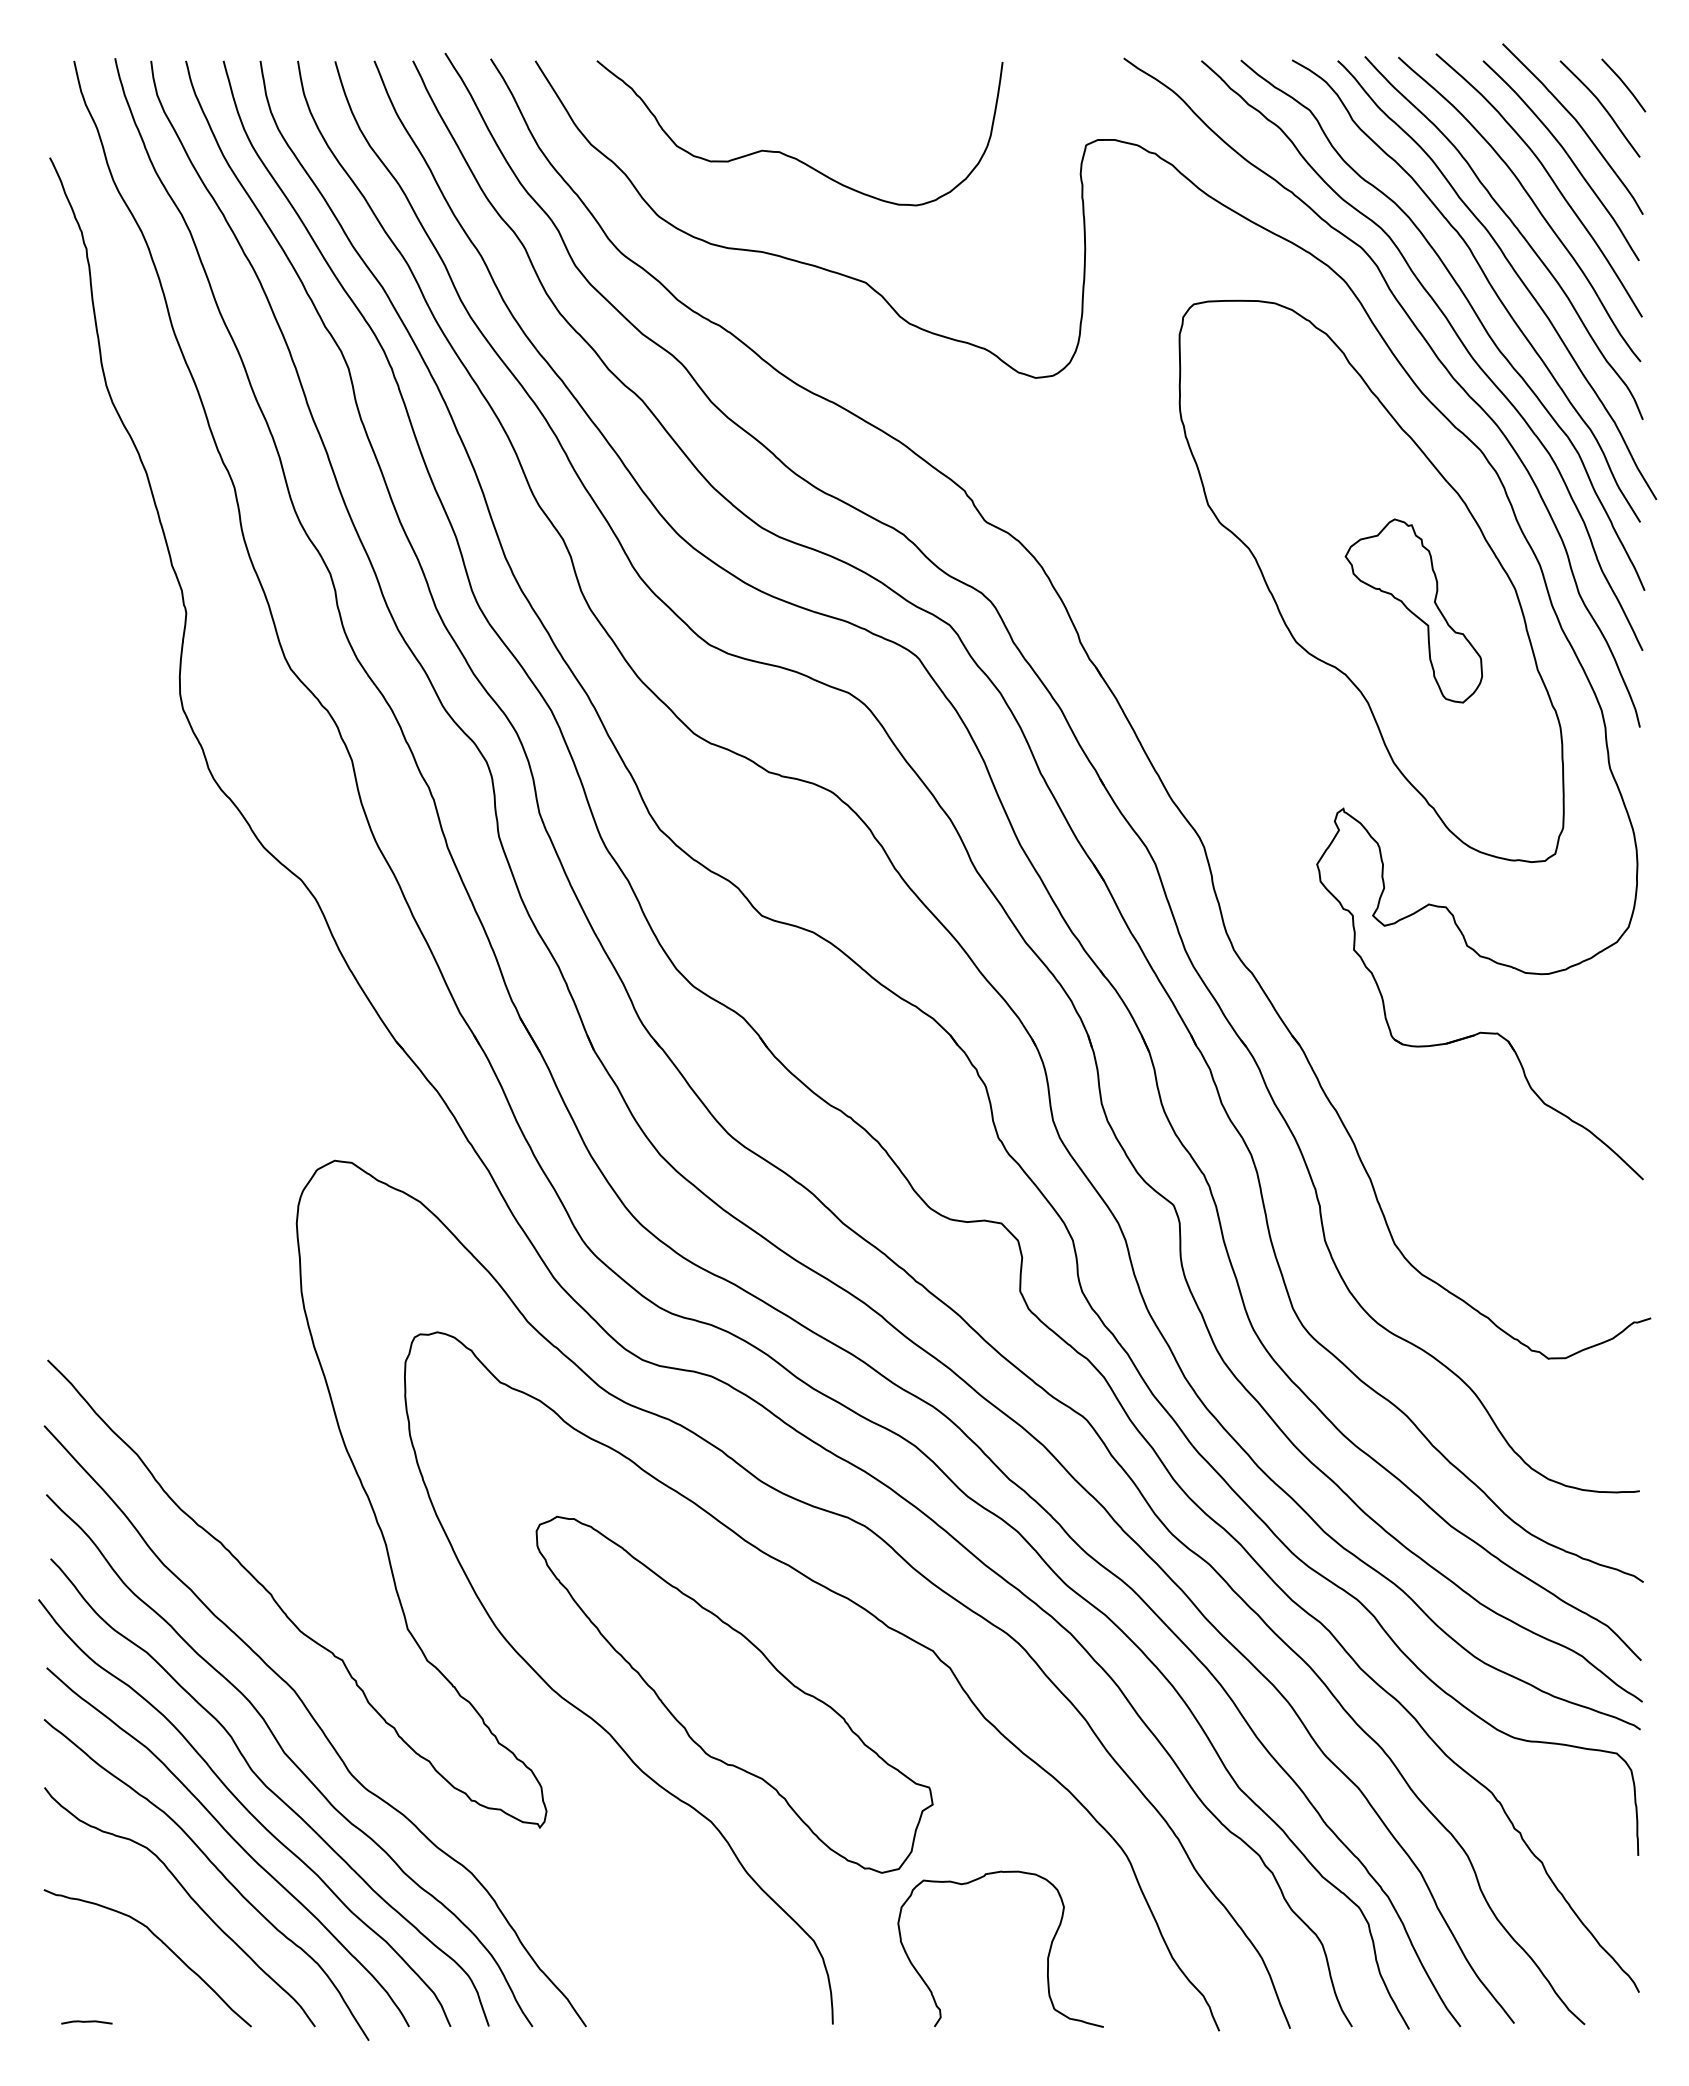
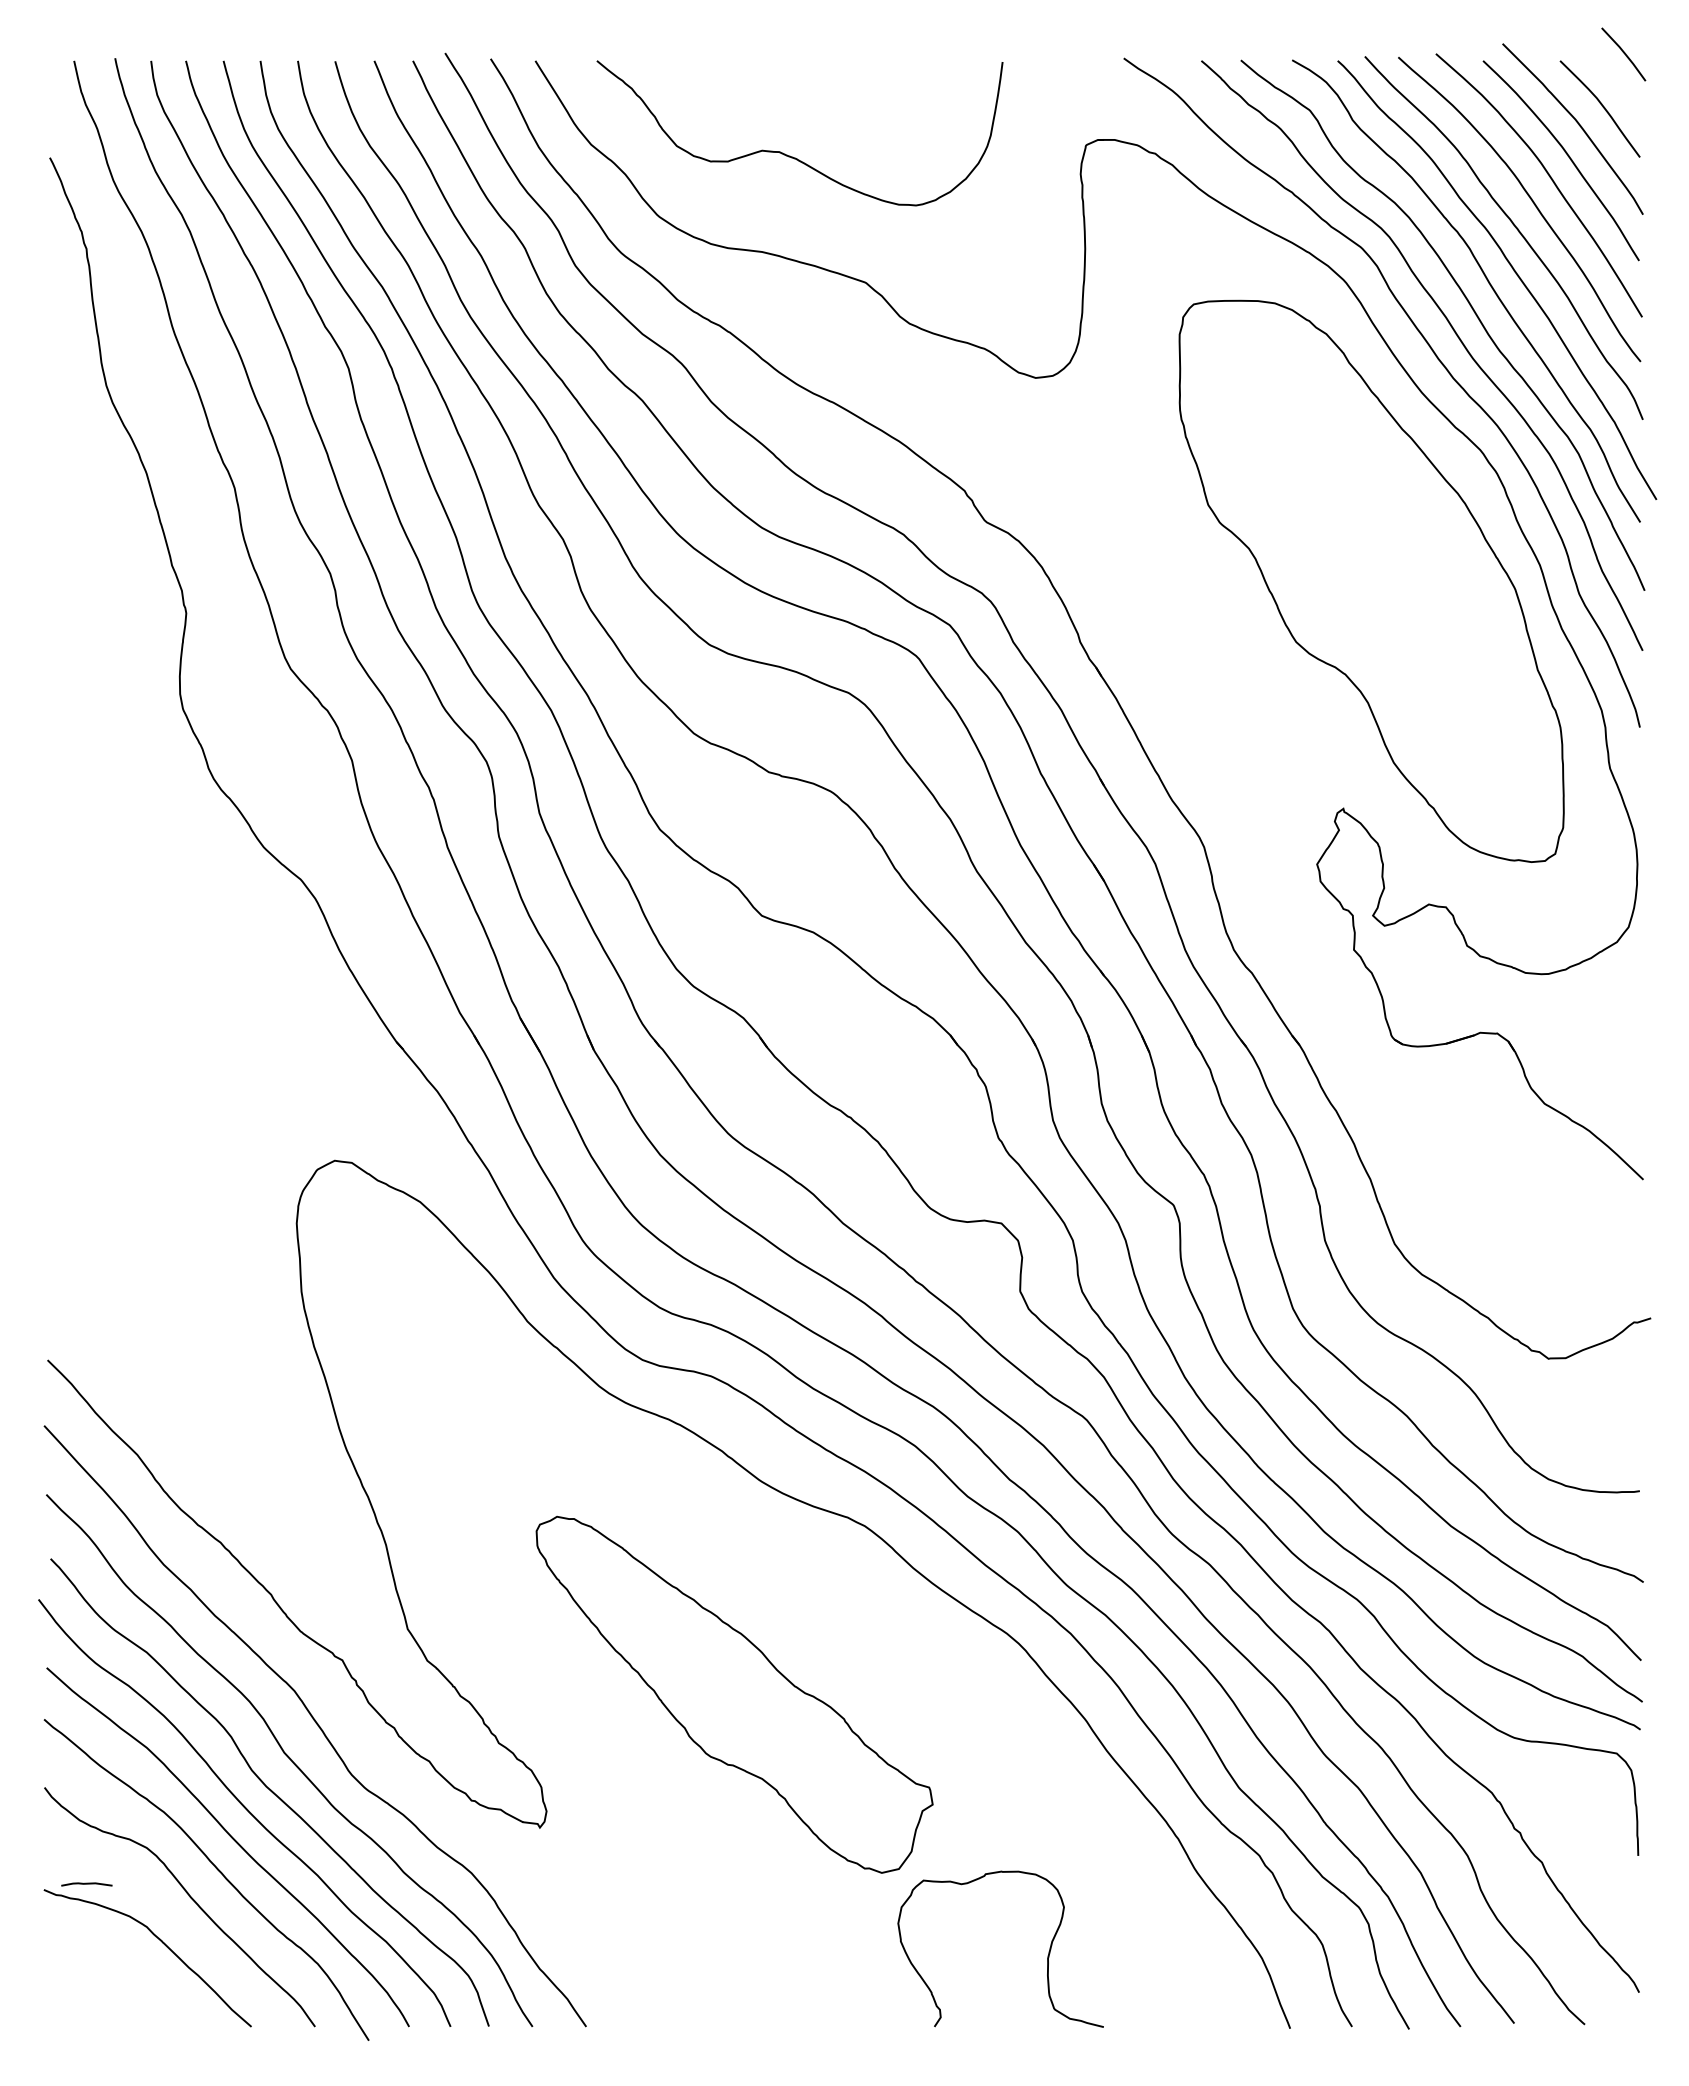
line at (1623, 84) position: (1623, 84) -> (1623, 53)
part at (1413, 610): present -> none
curve at (856, 1605): present -> none
curve at (86, 2022) position: (86, 2022) -> (86, 1884)
